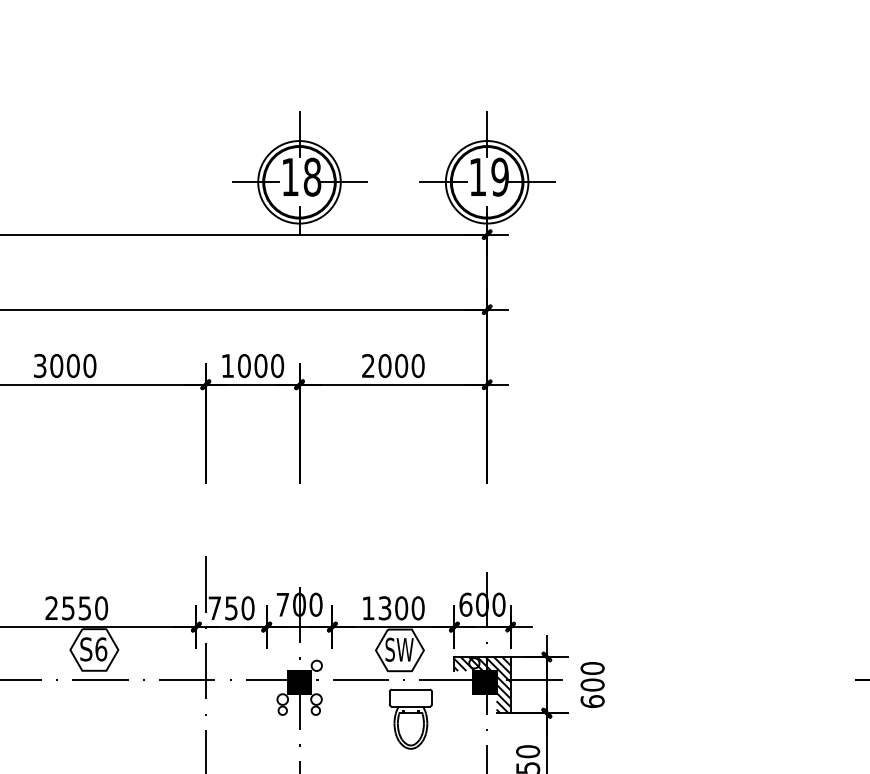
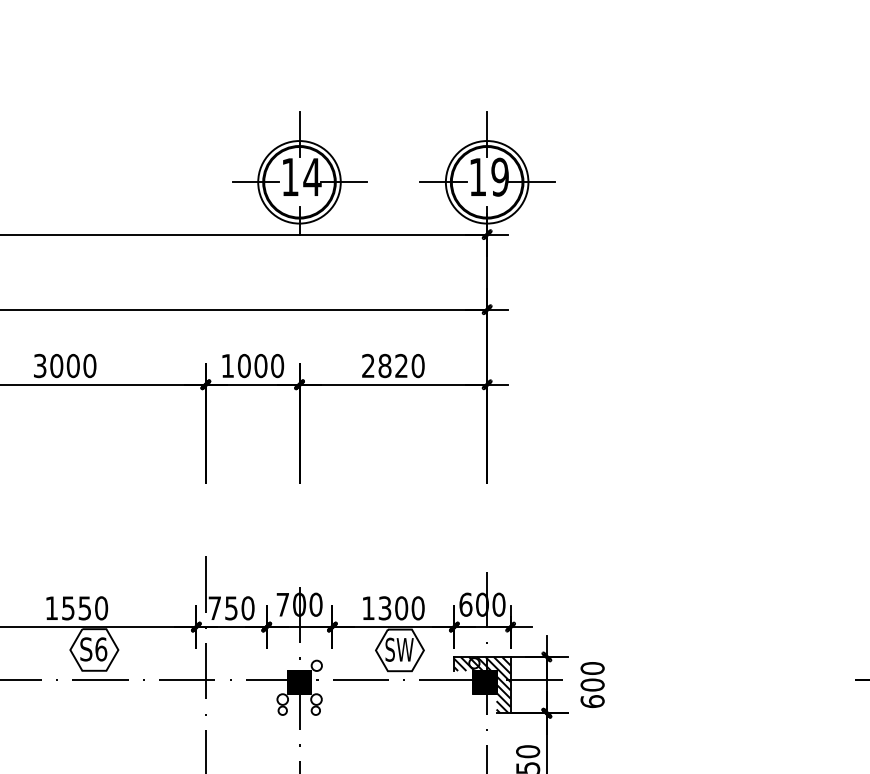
text at (312, 176): 18 -> 14
text at (393, 365): 2000 -> 2820
text at (51, 607): 2550 -> 1550
part at (410, 718): present -> none
